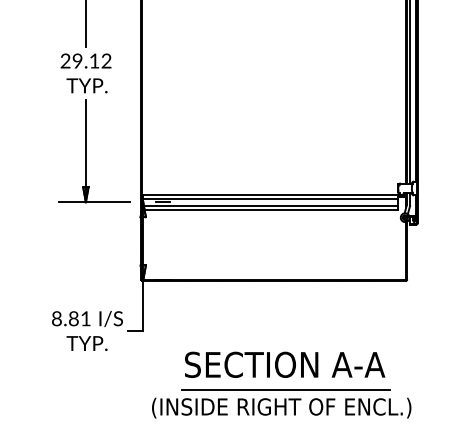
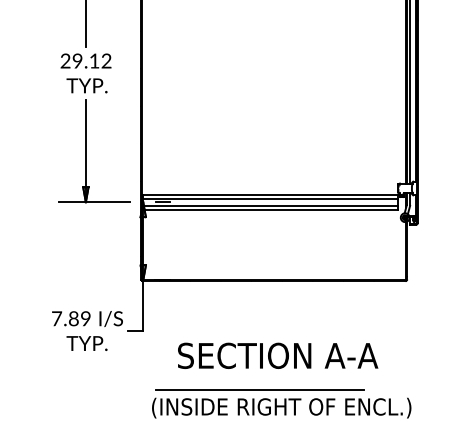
text at (71, 318): 8.81 -> 7.89
text at (285, 364) position: (285, 364) -> (278, 355)
line at (285, 389) position: (285, 389) -> (259, 389)
